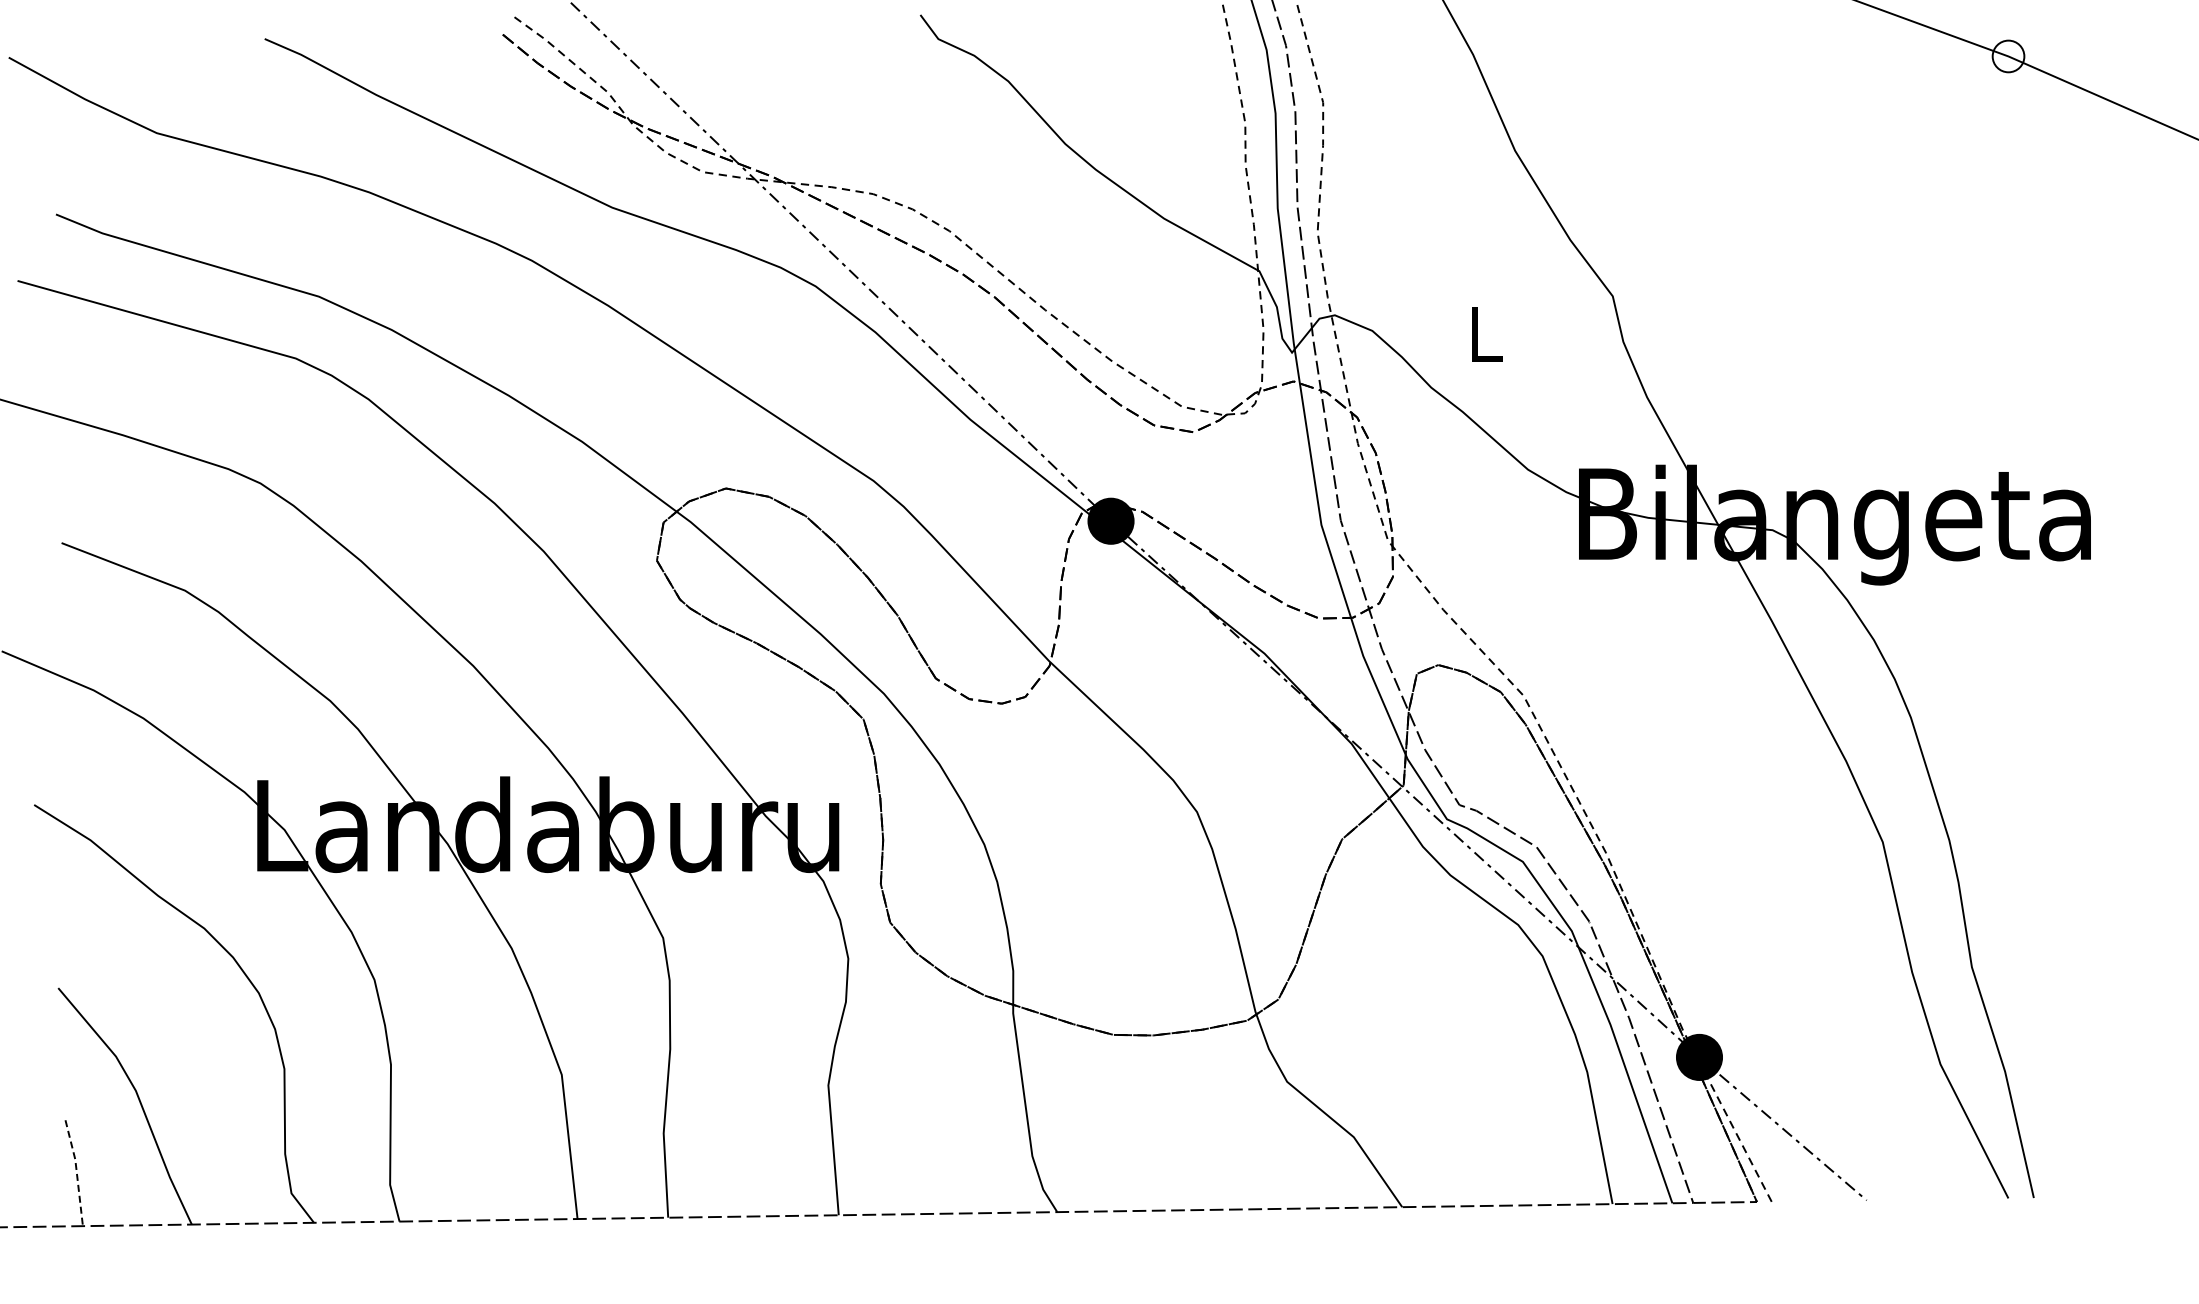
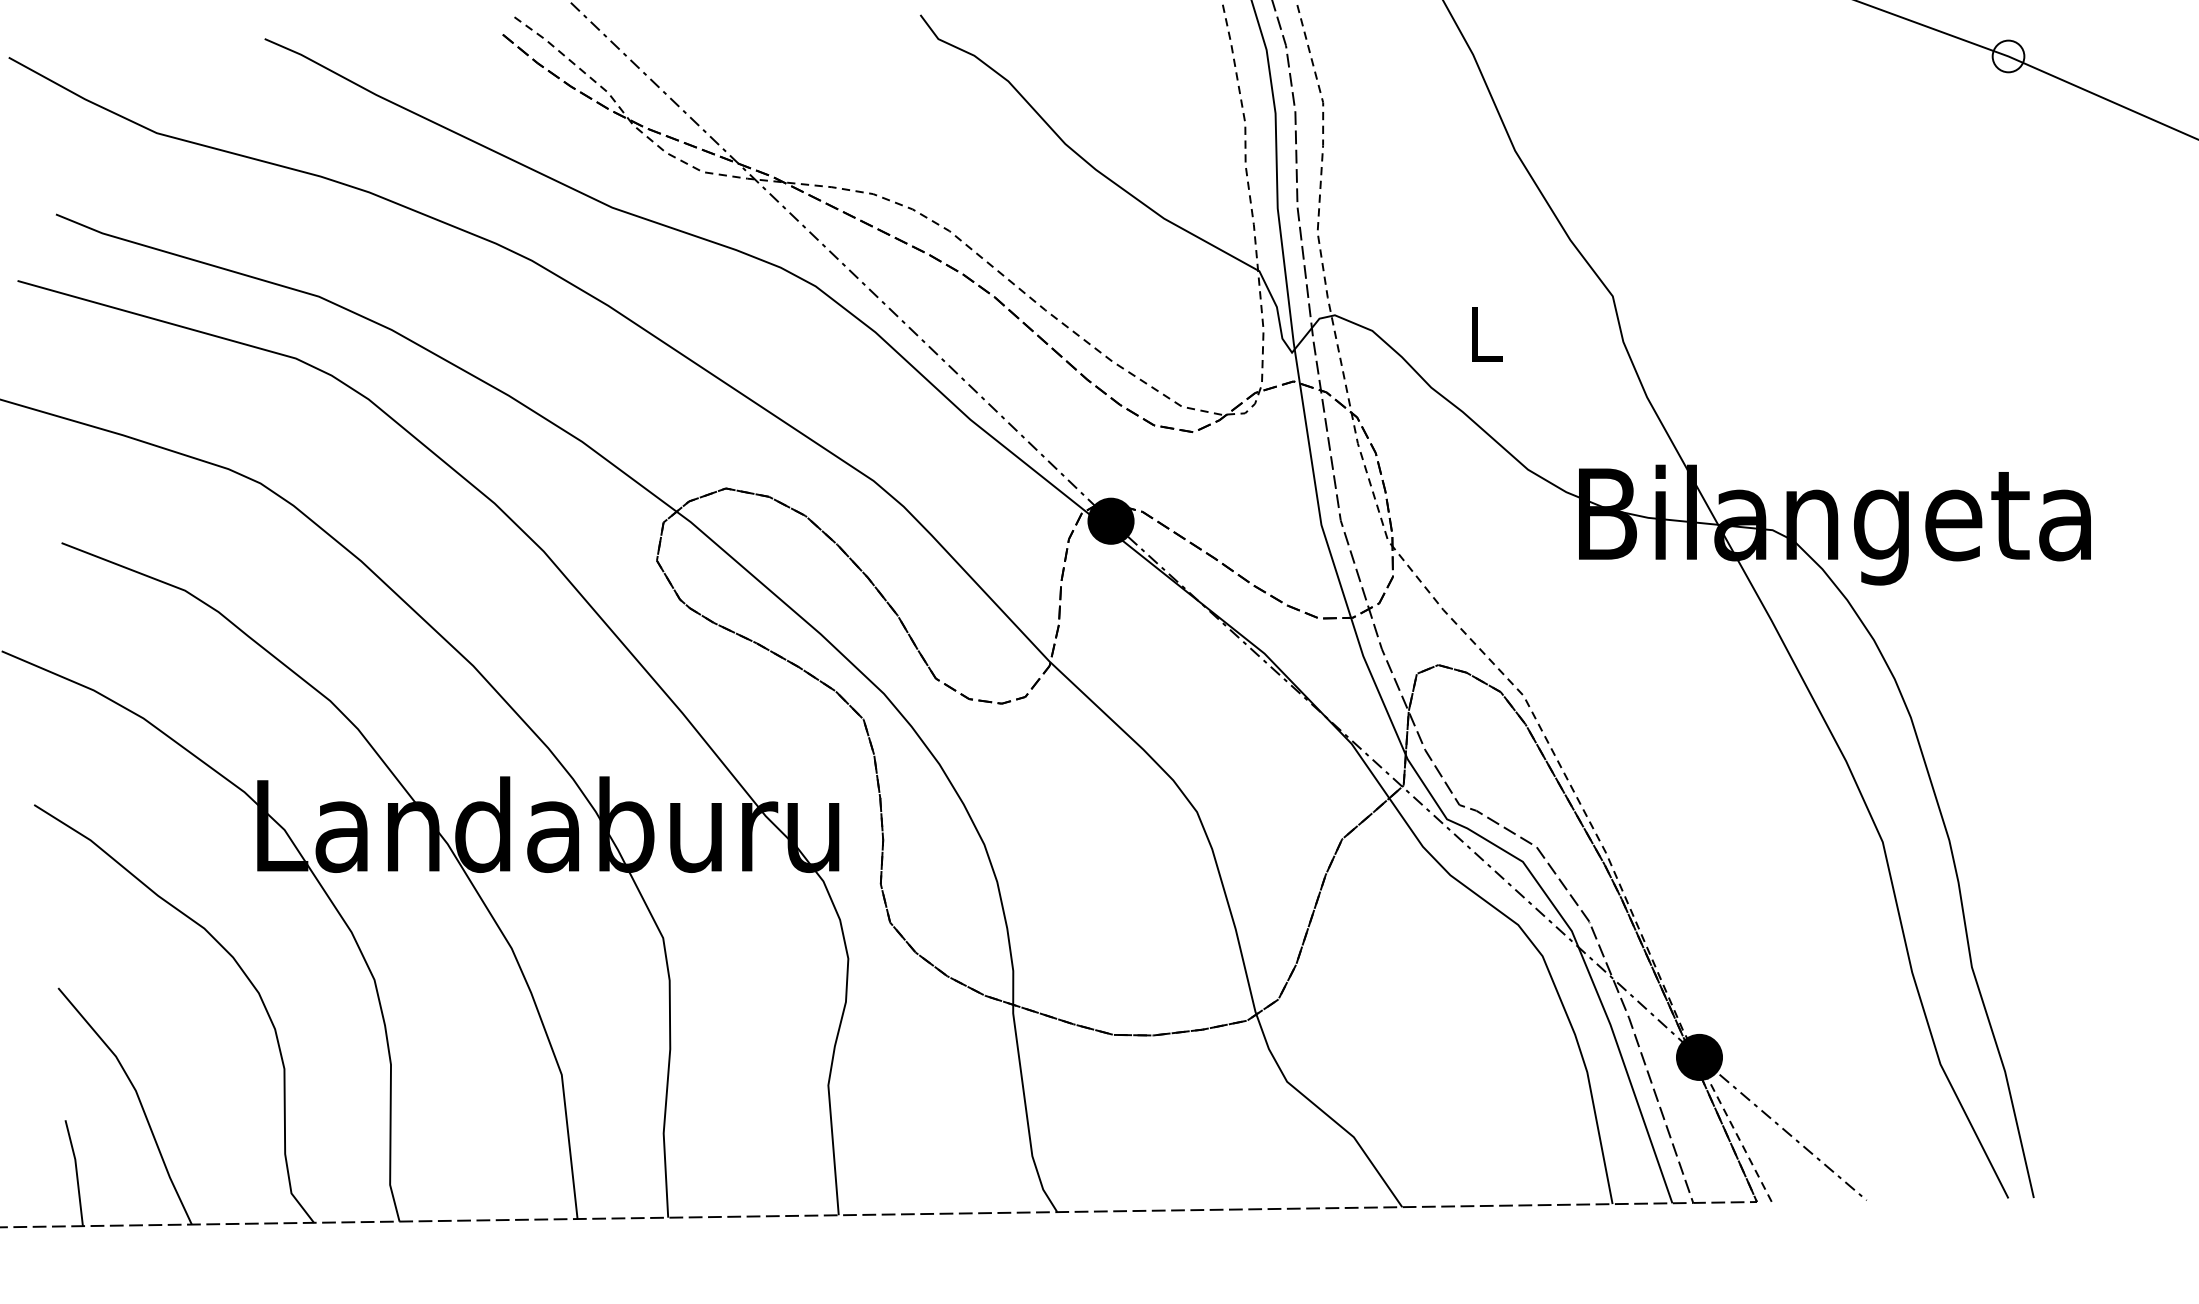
line at (76, 1172): dashed -> solid
